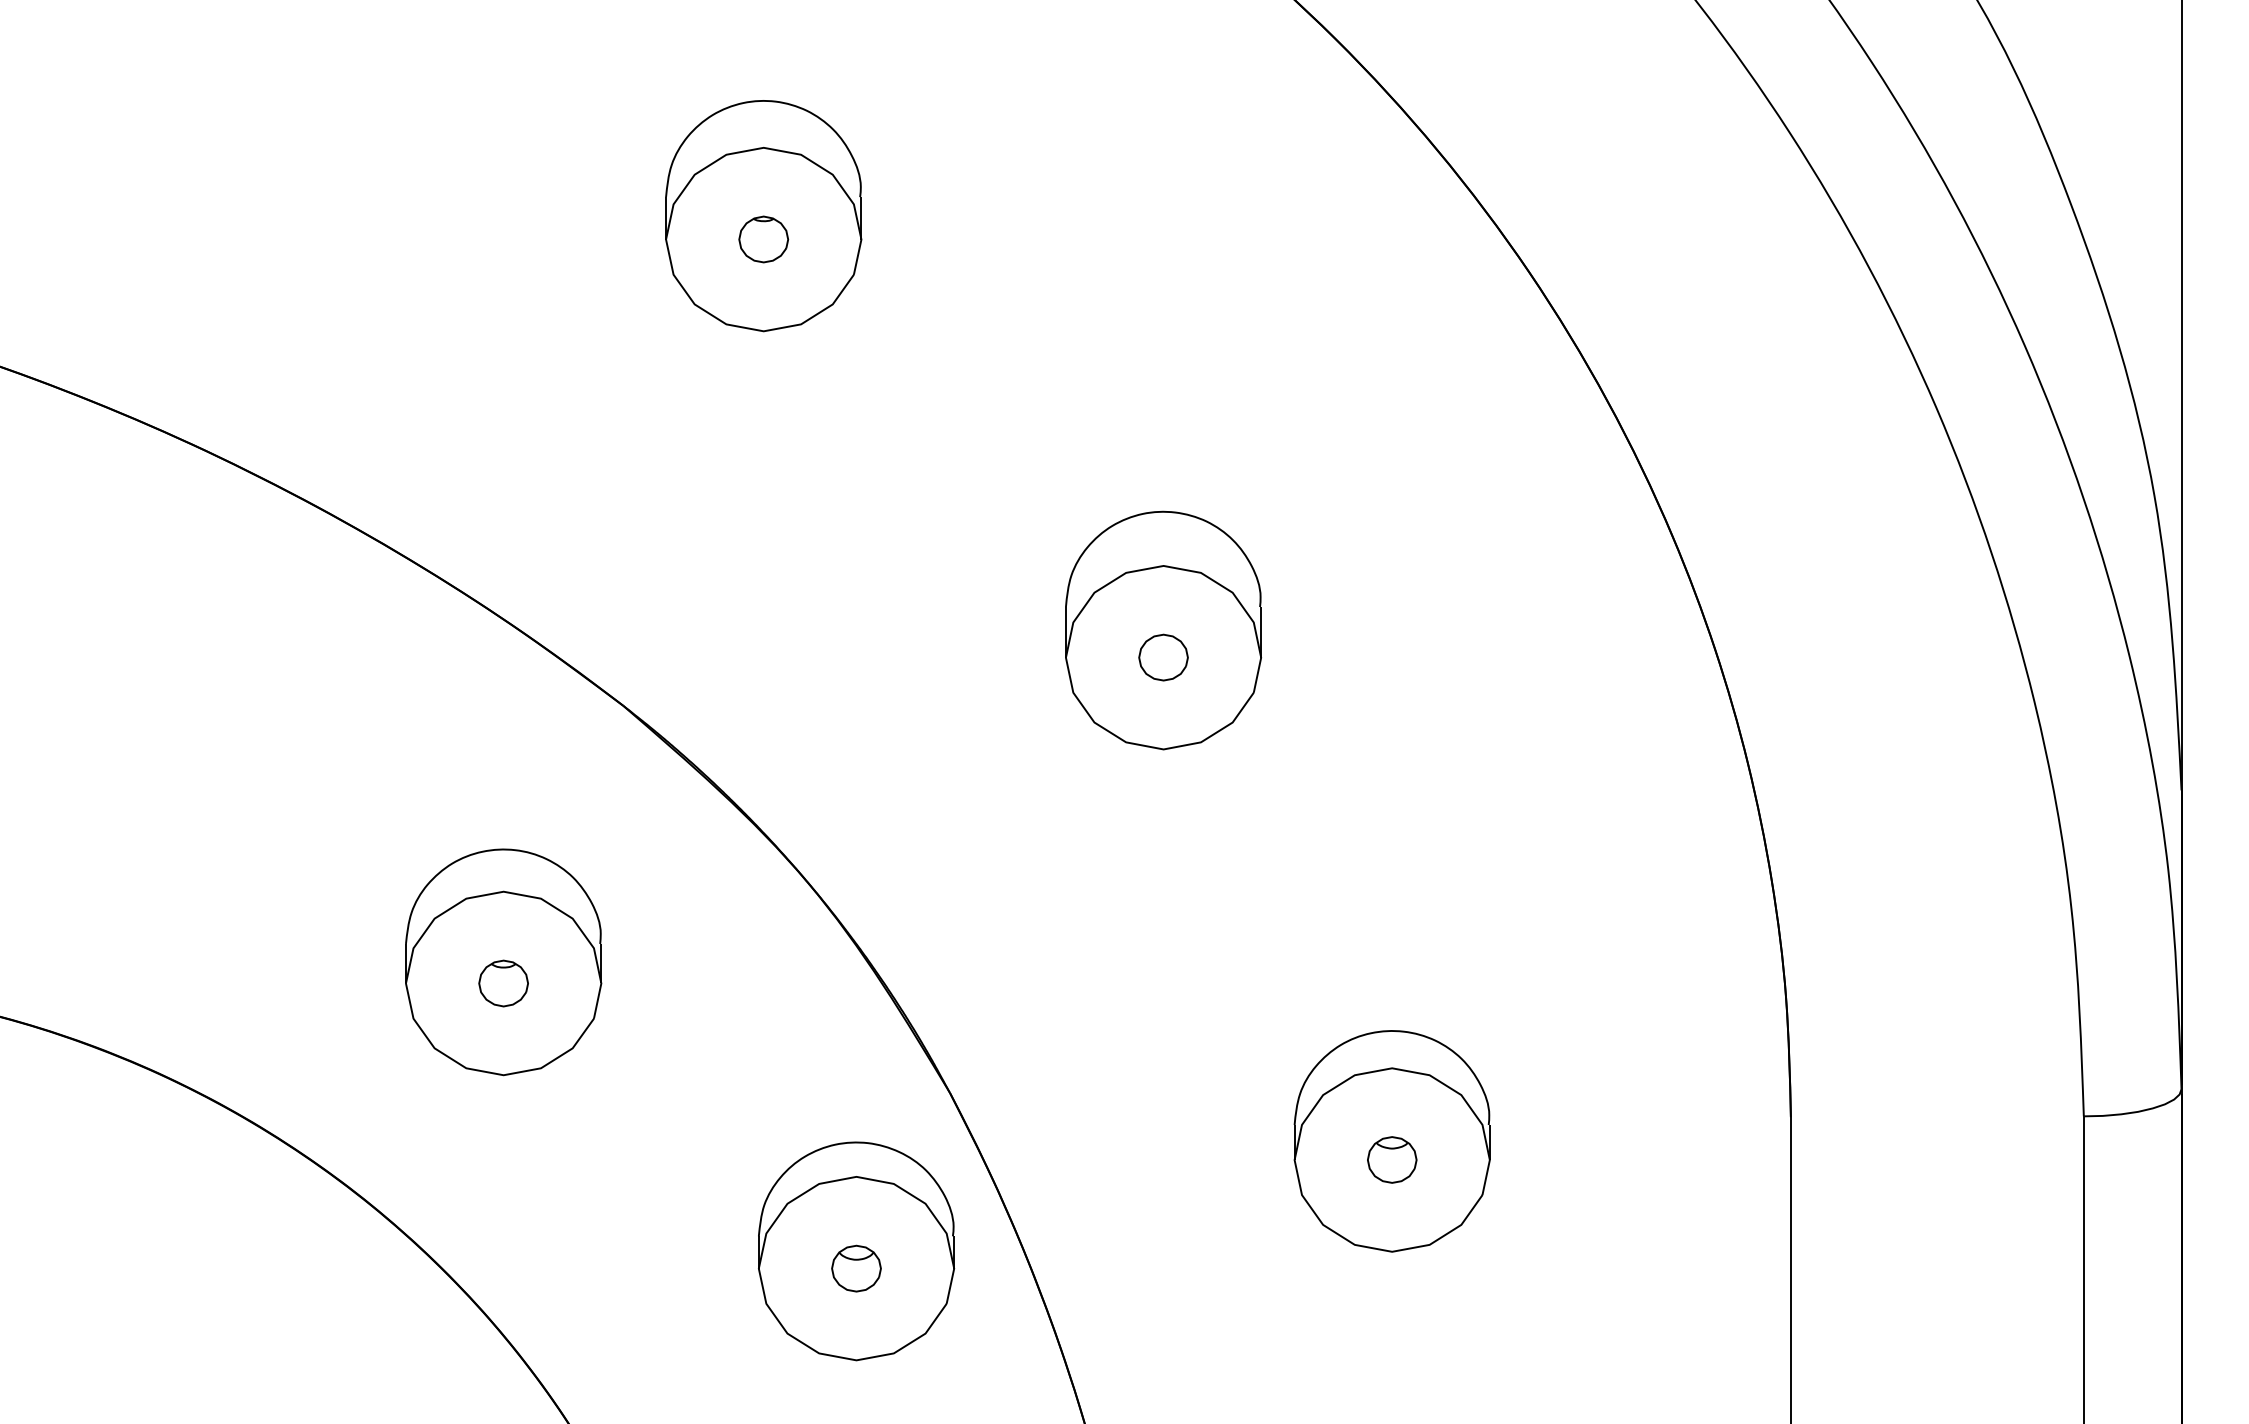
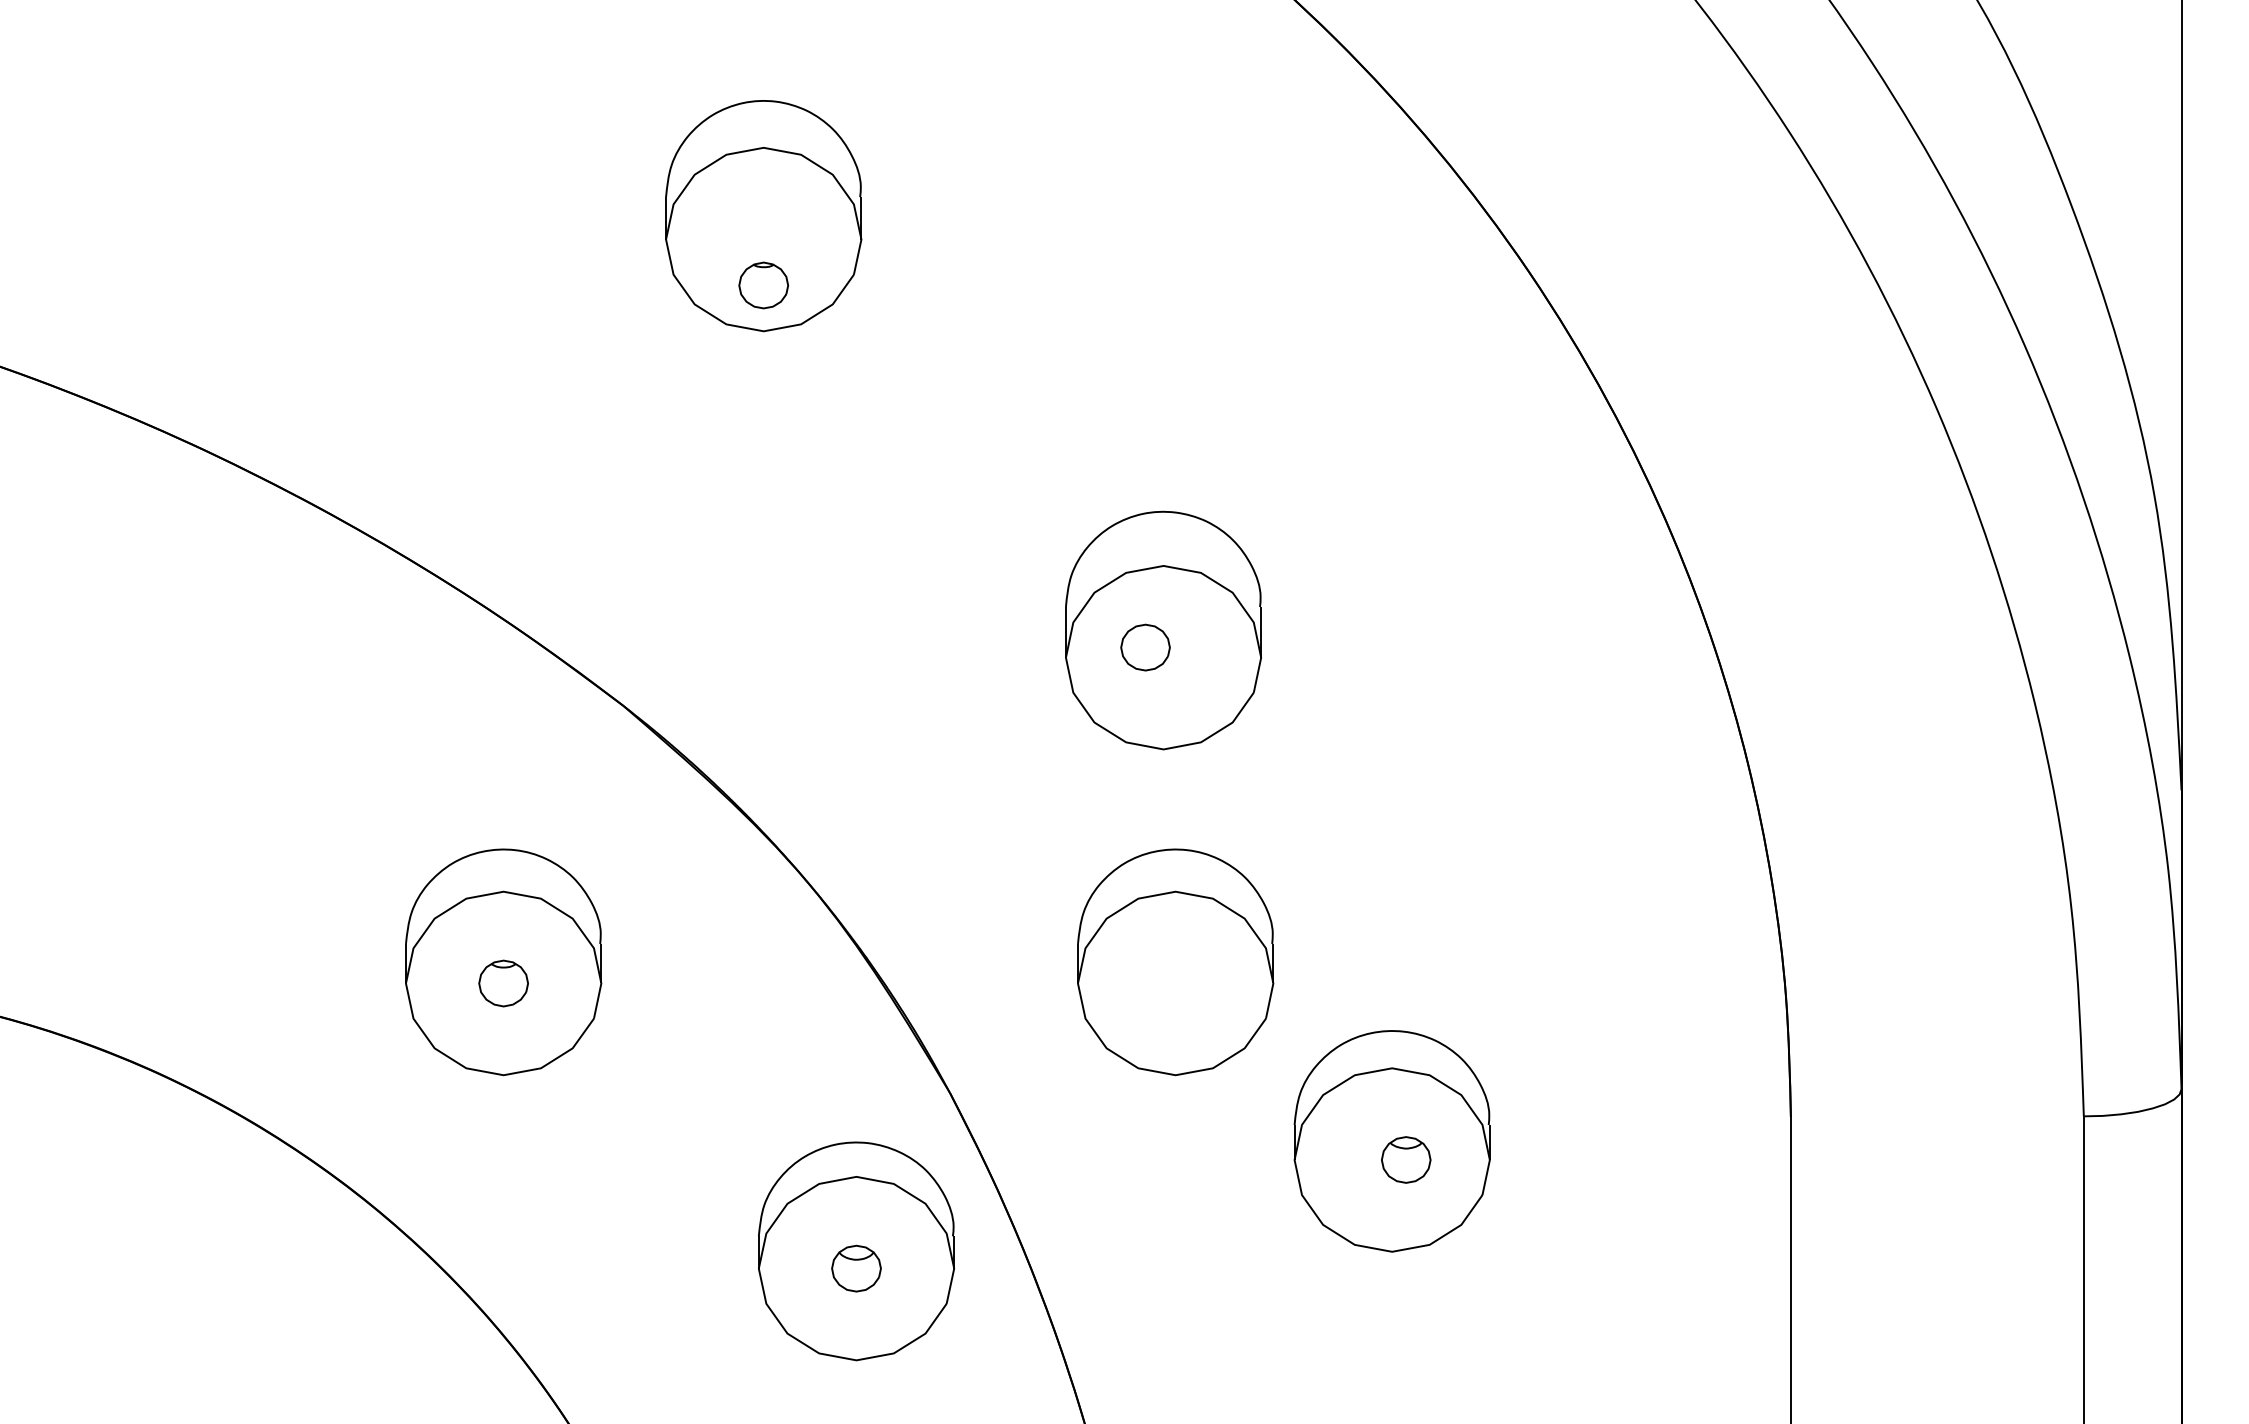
part at (763, 239) position: (763, 239) -> (763, 285)
part at (1163, 657) position: (1163, 657) -> (1145, 647)
part at (1175, 962): none -> present
part at (1392, 1159) position: (1392, 1159) -> (1406, 1159)
